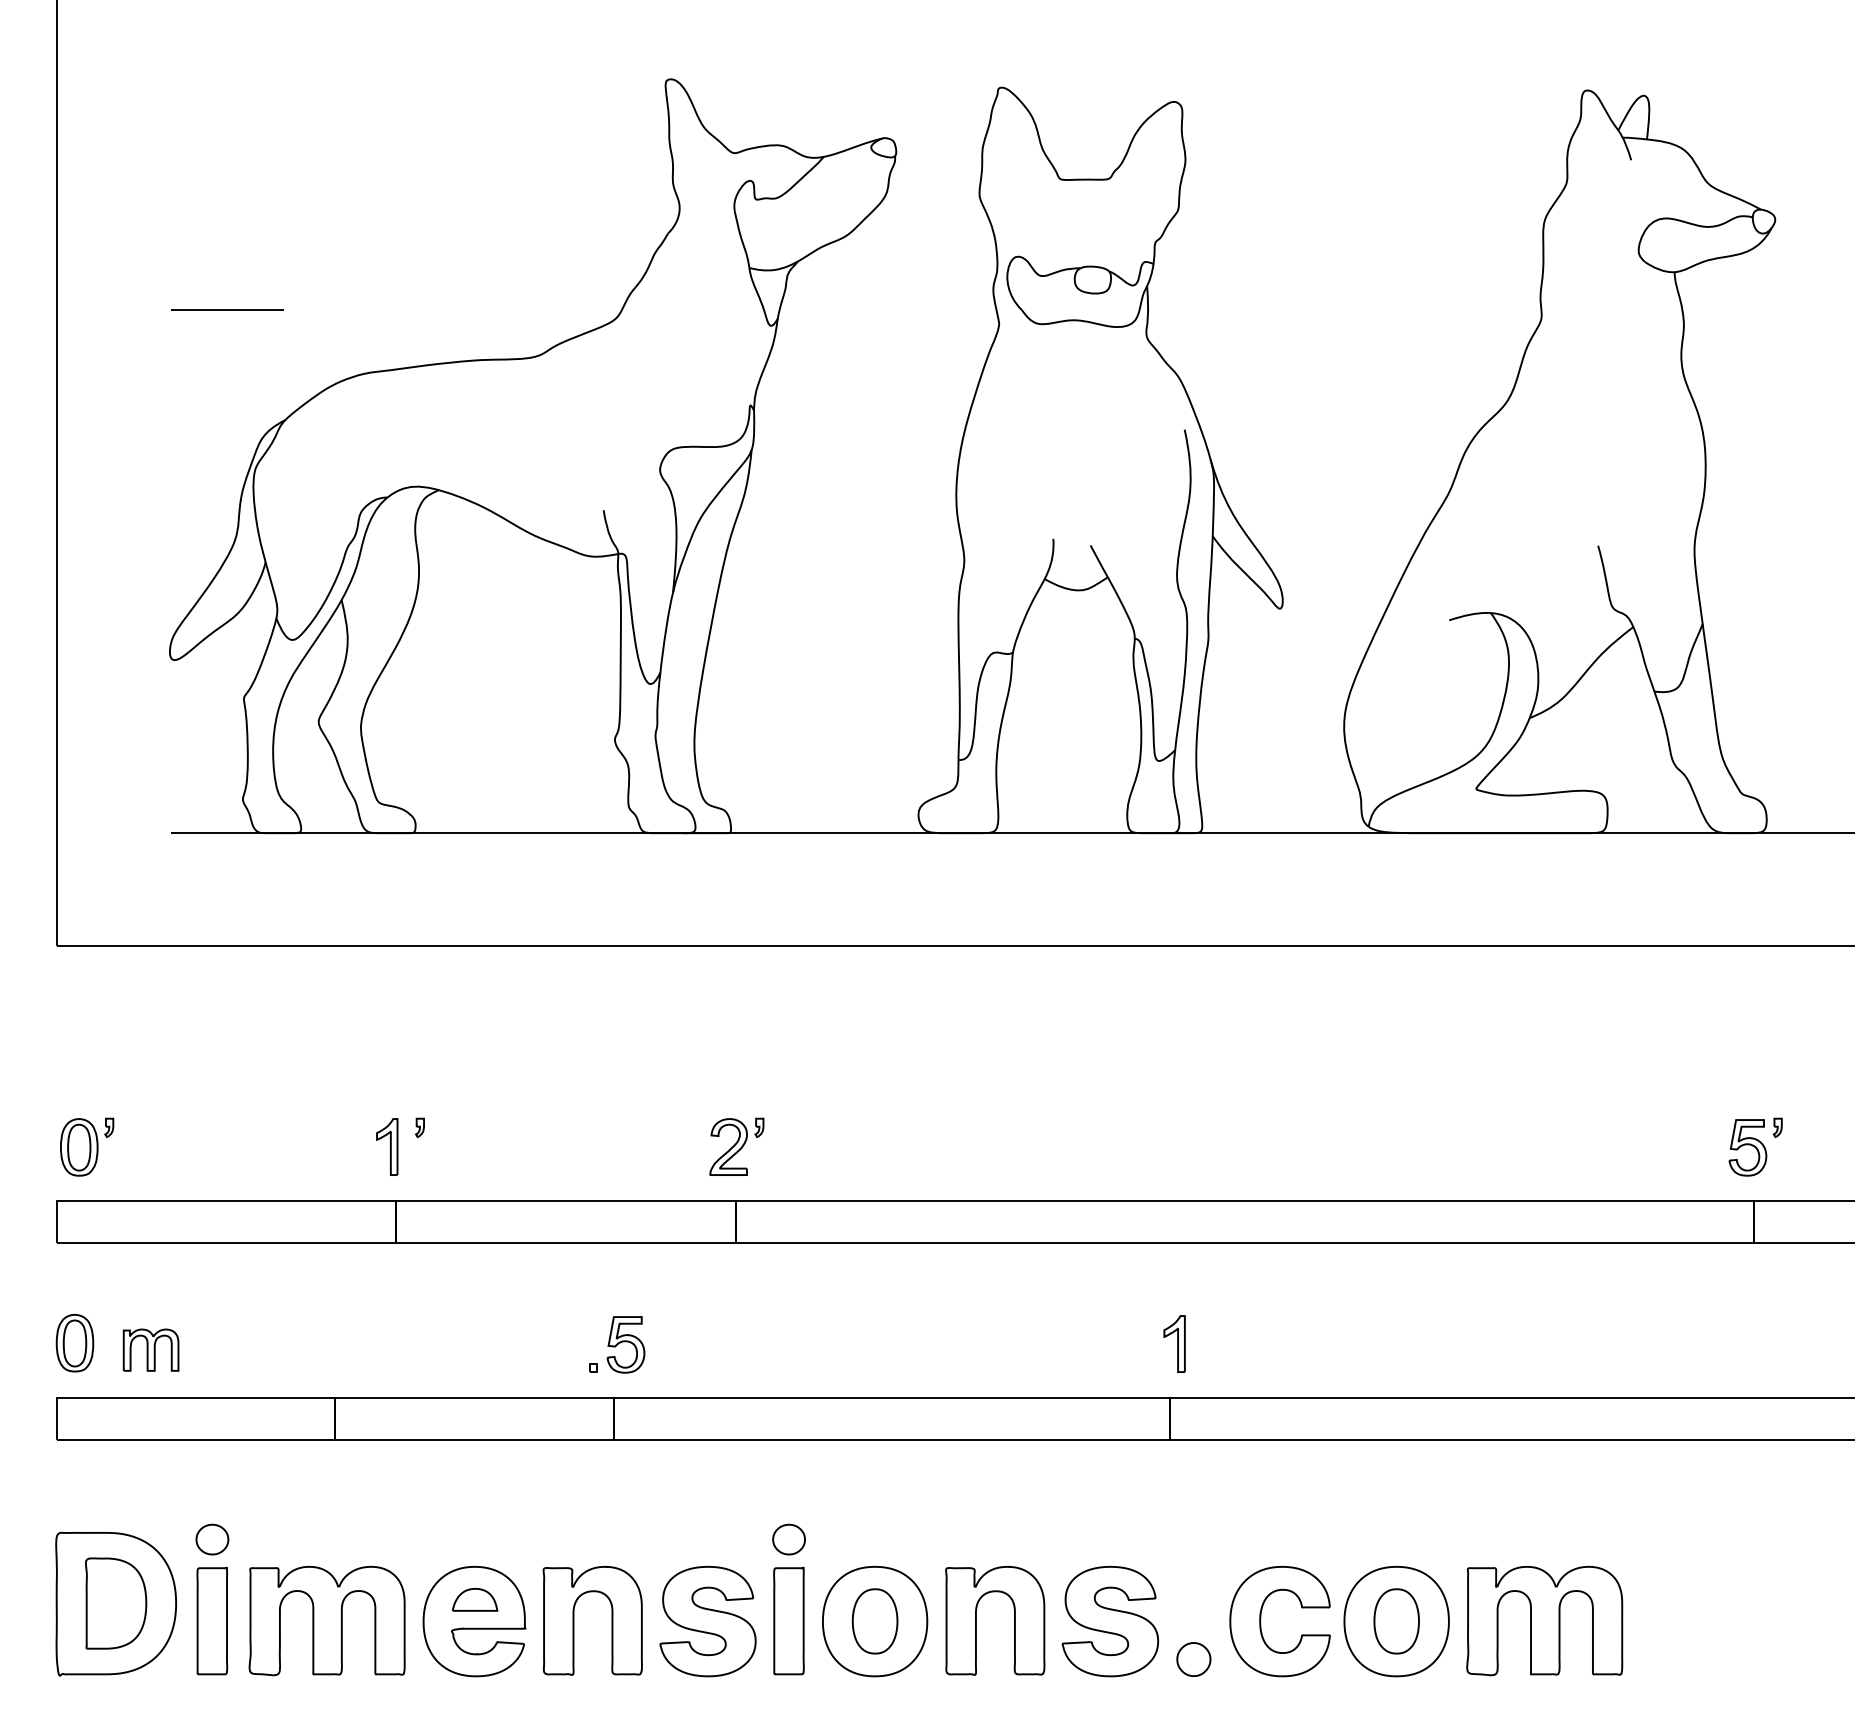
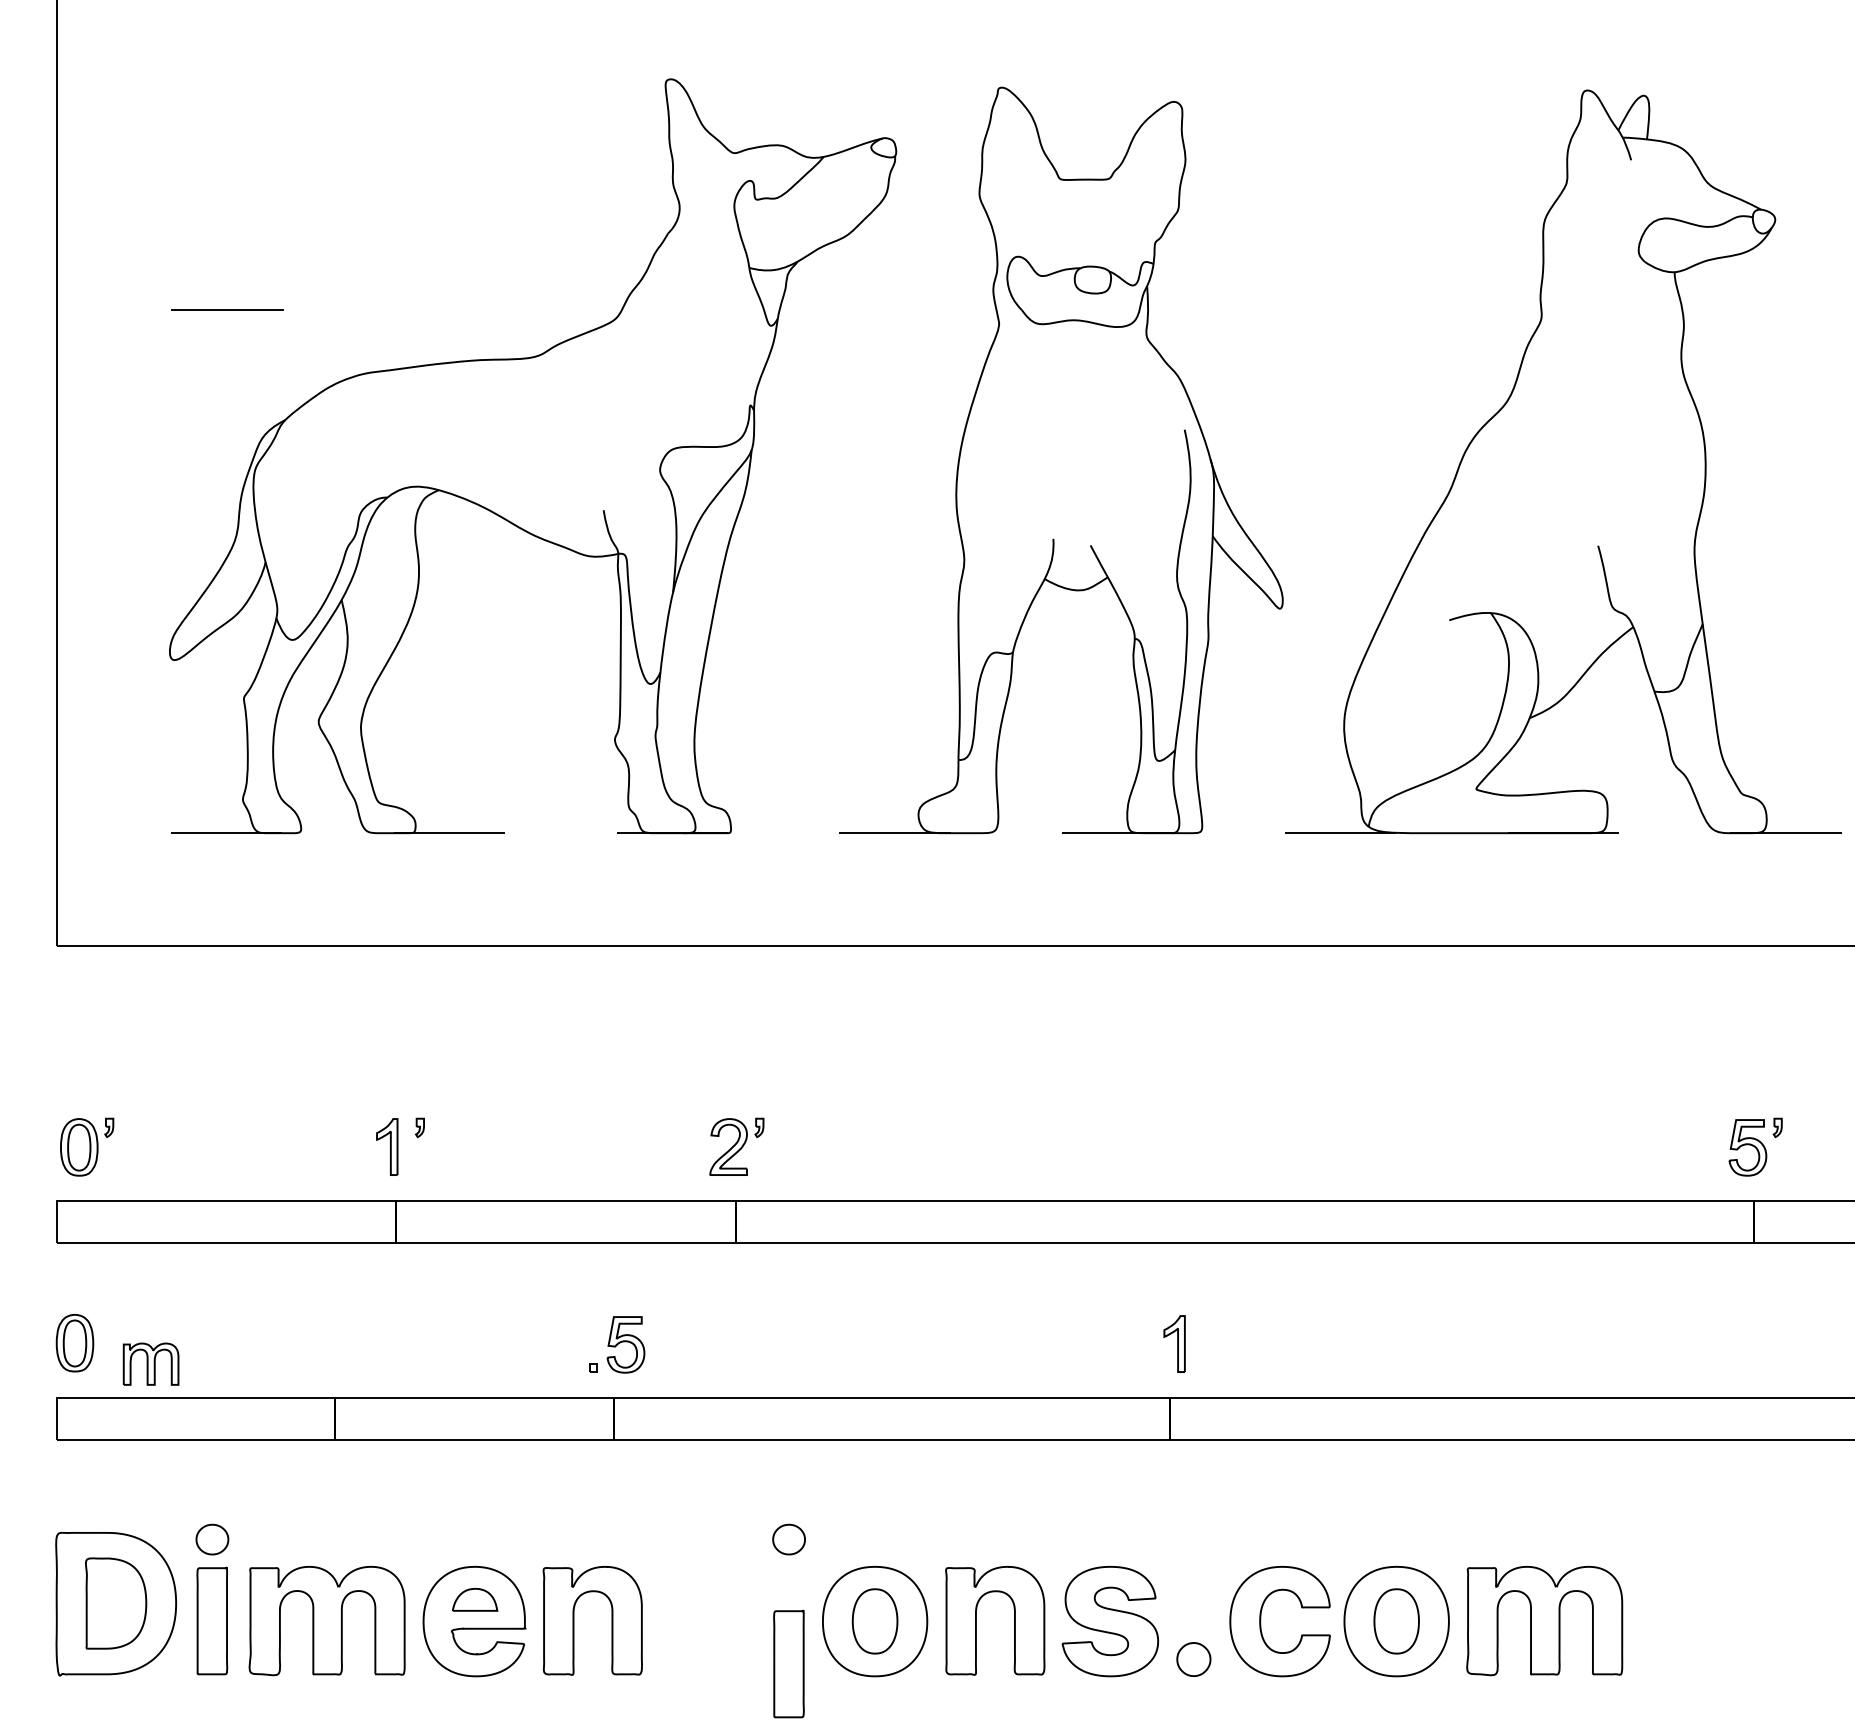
line at (1012, 833): solid -> dashed
part at (150, 1349) position: (150, 1349) -> (150, 1363)
part at (788, 1620) position: (788, 1620) -> (788, 1663)
part at (707, 1621): present -> none
